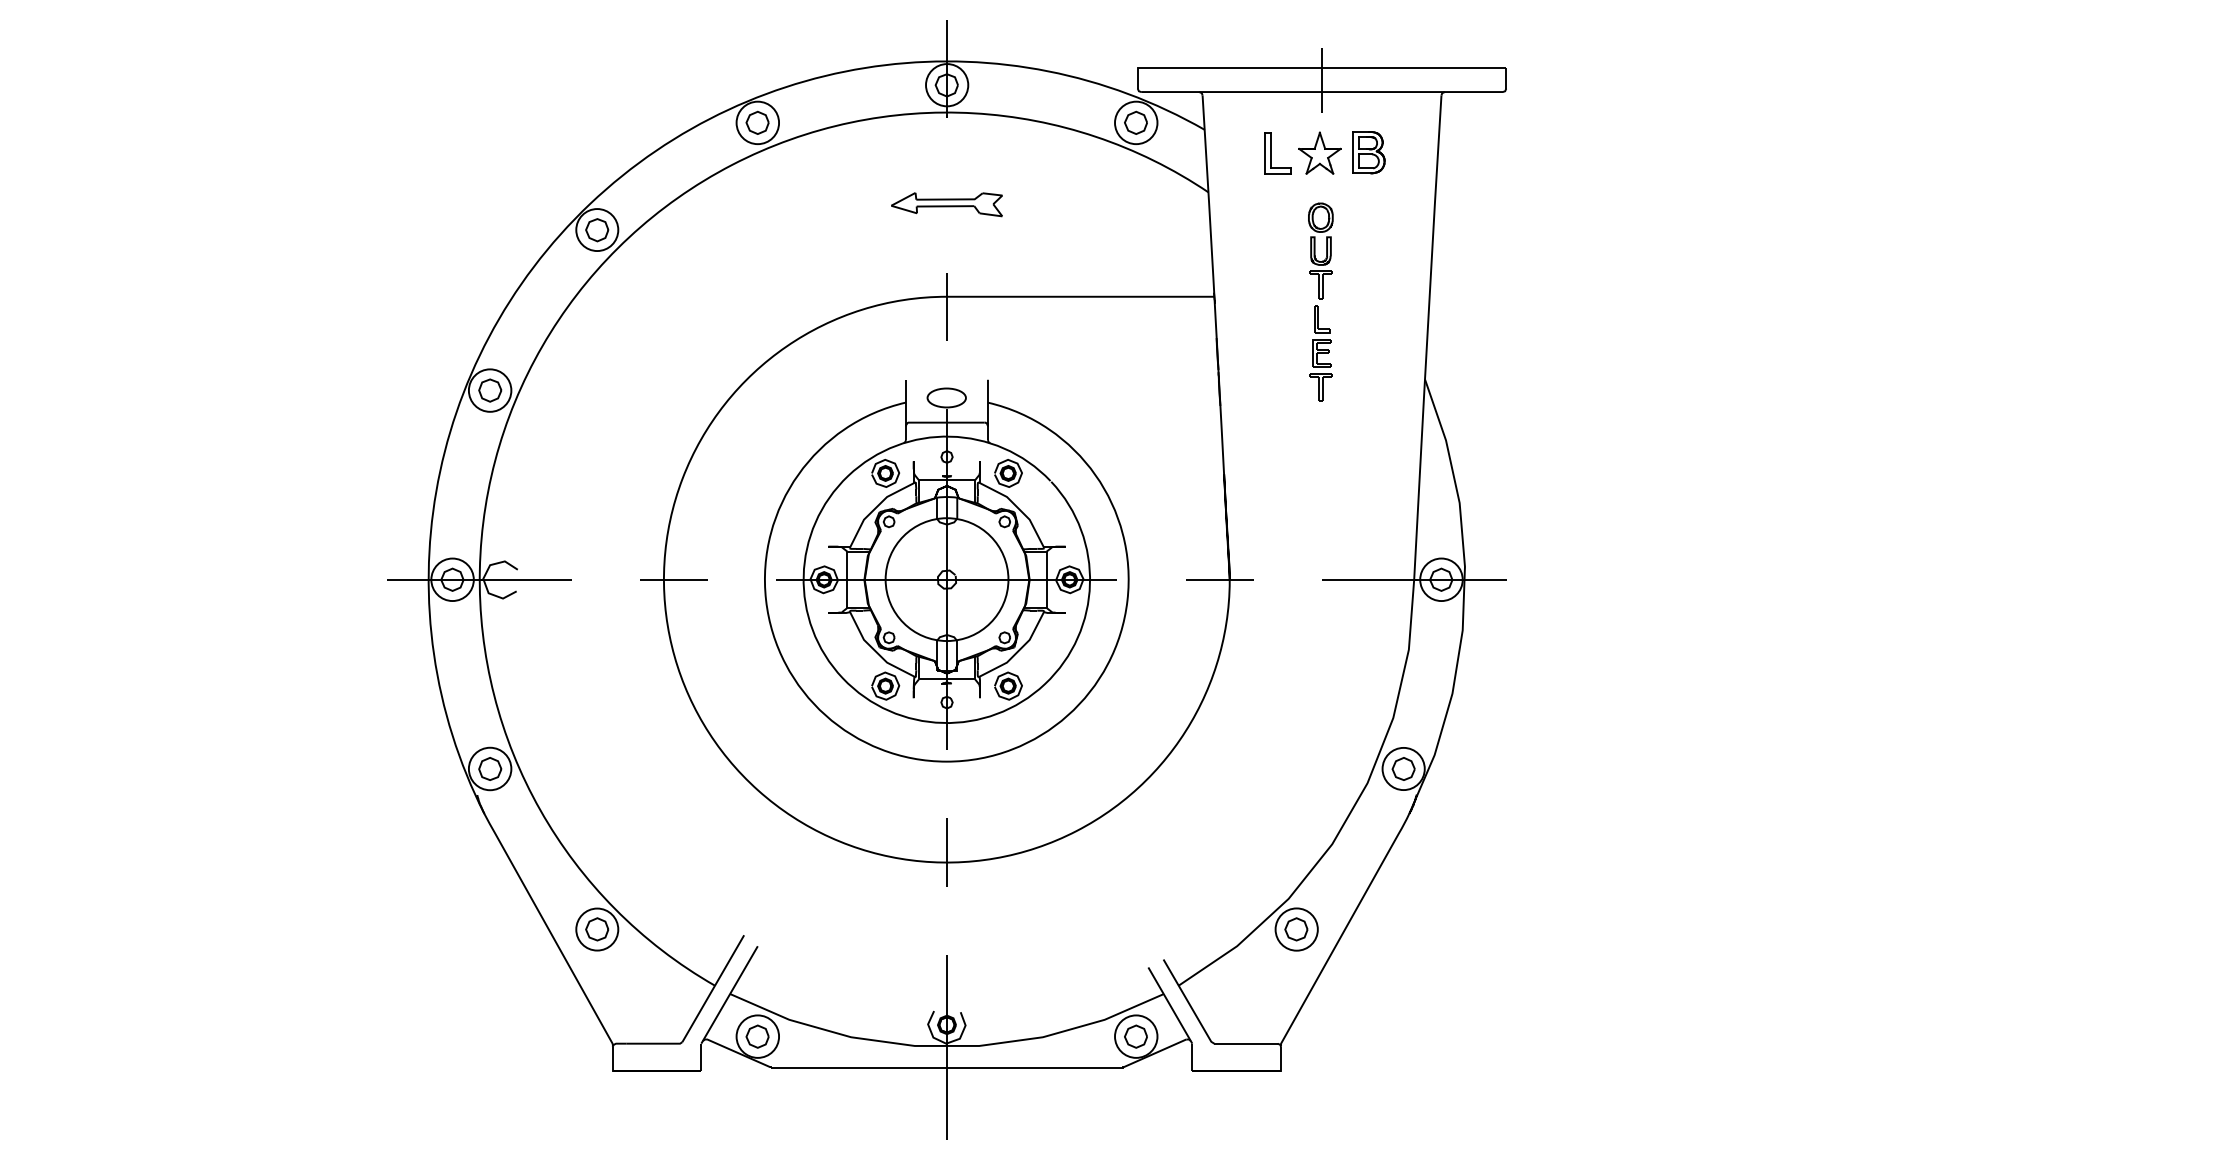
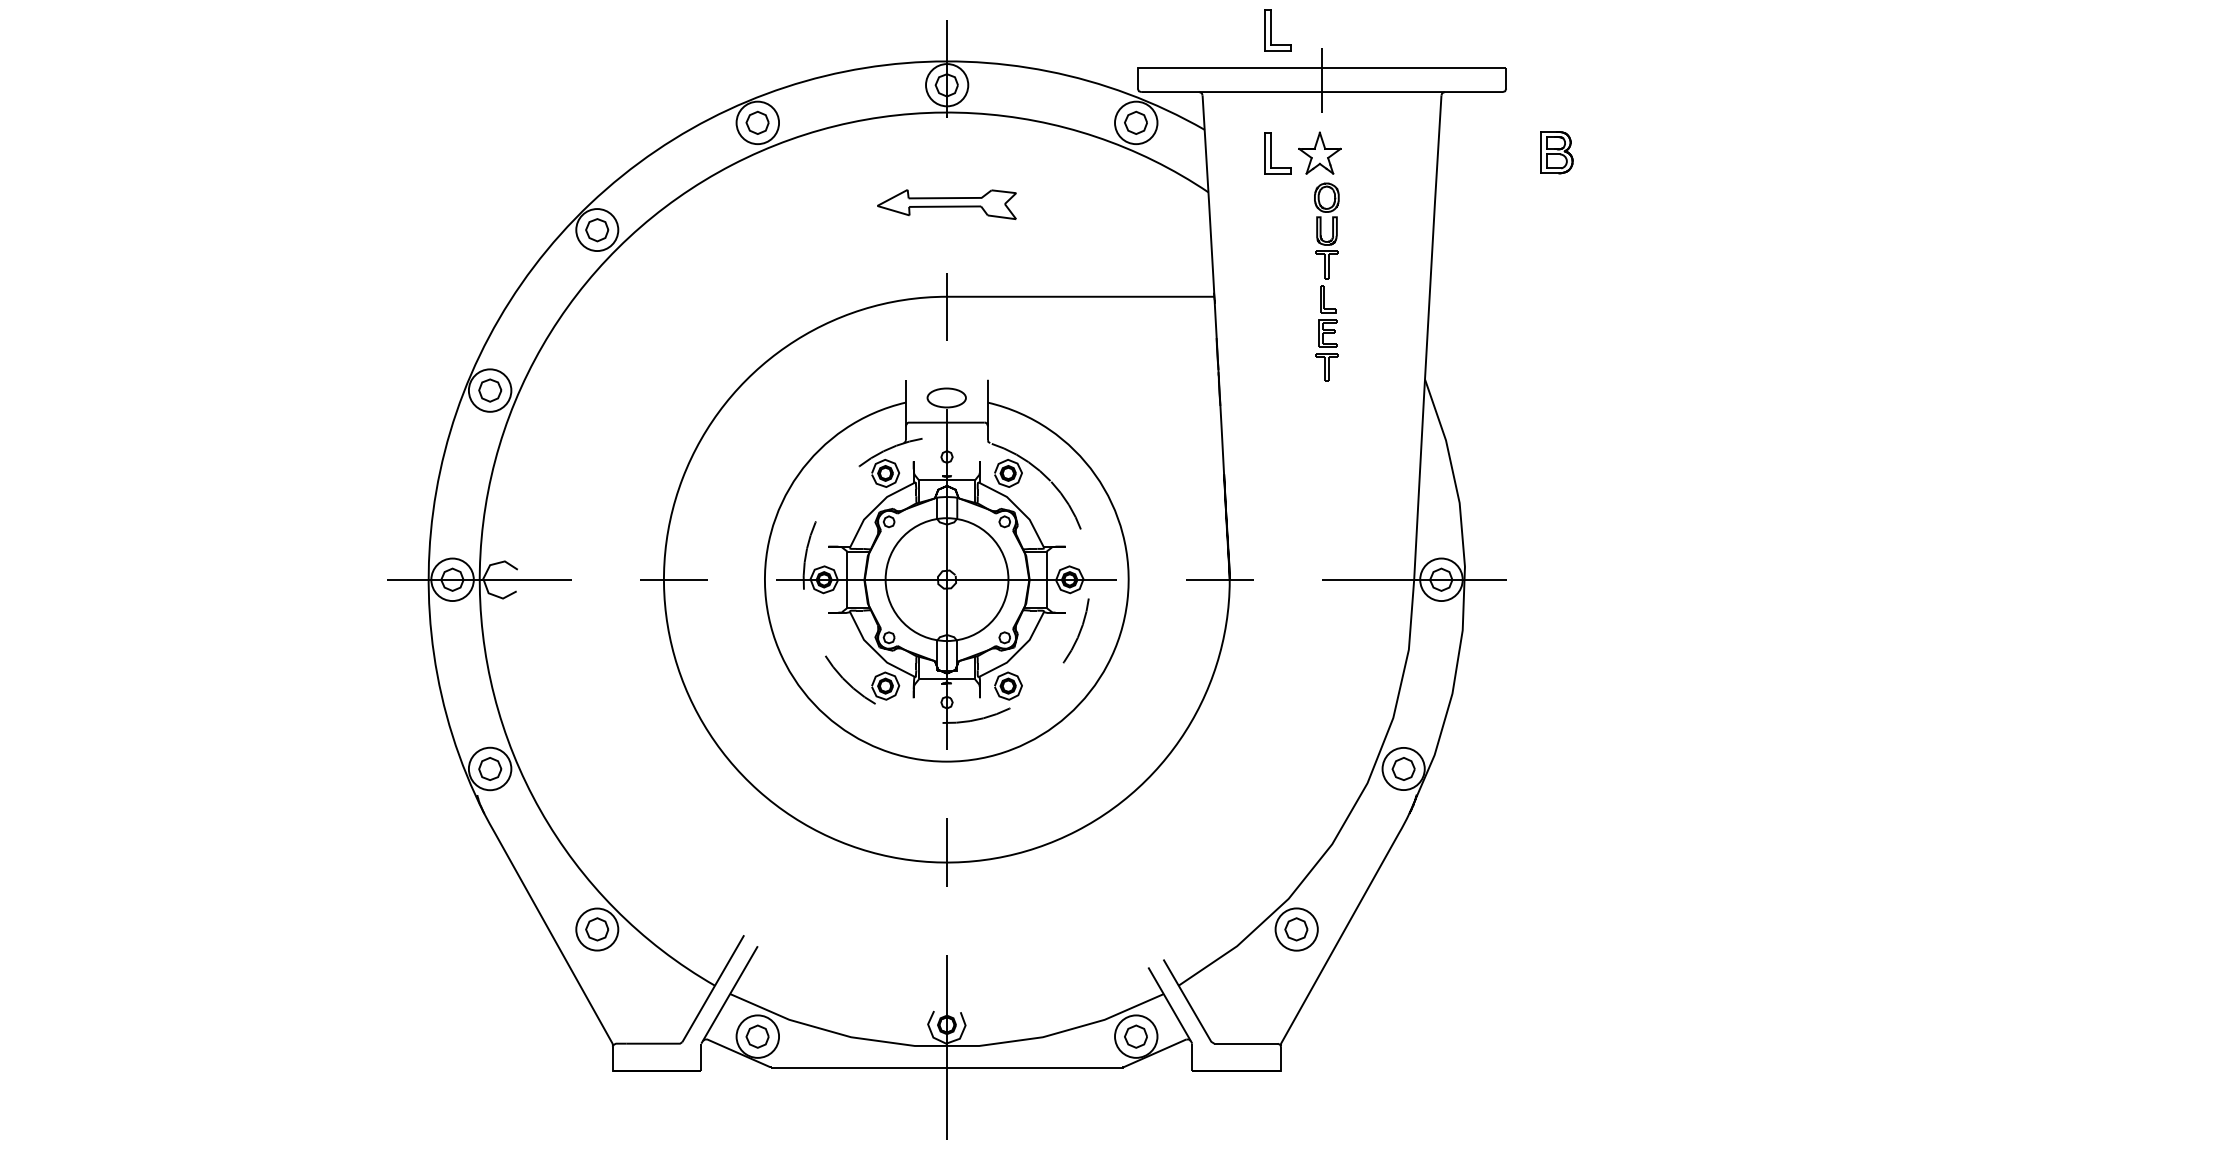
part at (1277, 30): none -> present
part at (1368, 152) position: (1368, 152) -> (1556, 152)
part at (946, 204) size: 112x26 px -> 140x31 px
part at (1320, 301) position: (1320, 301) -> (1326, 281)
arc at (842, 678): solid -> dashed
